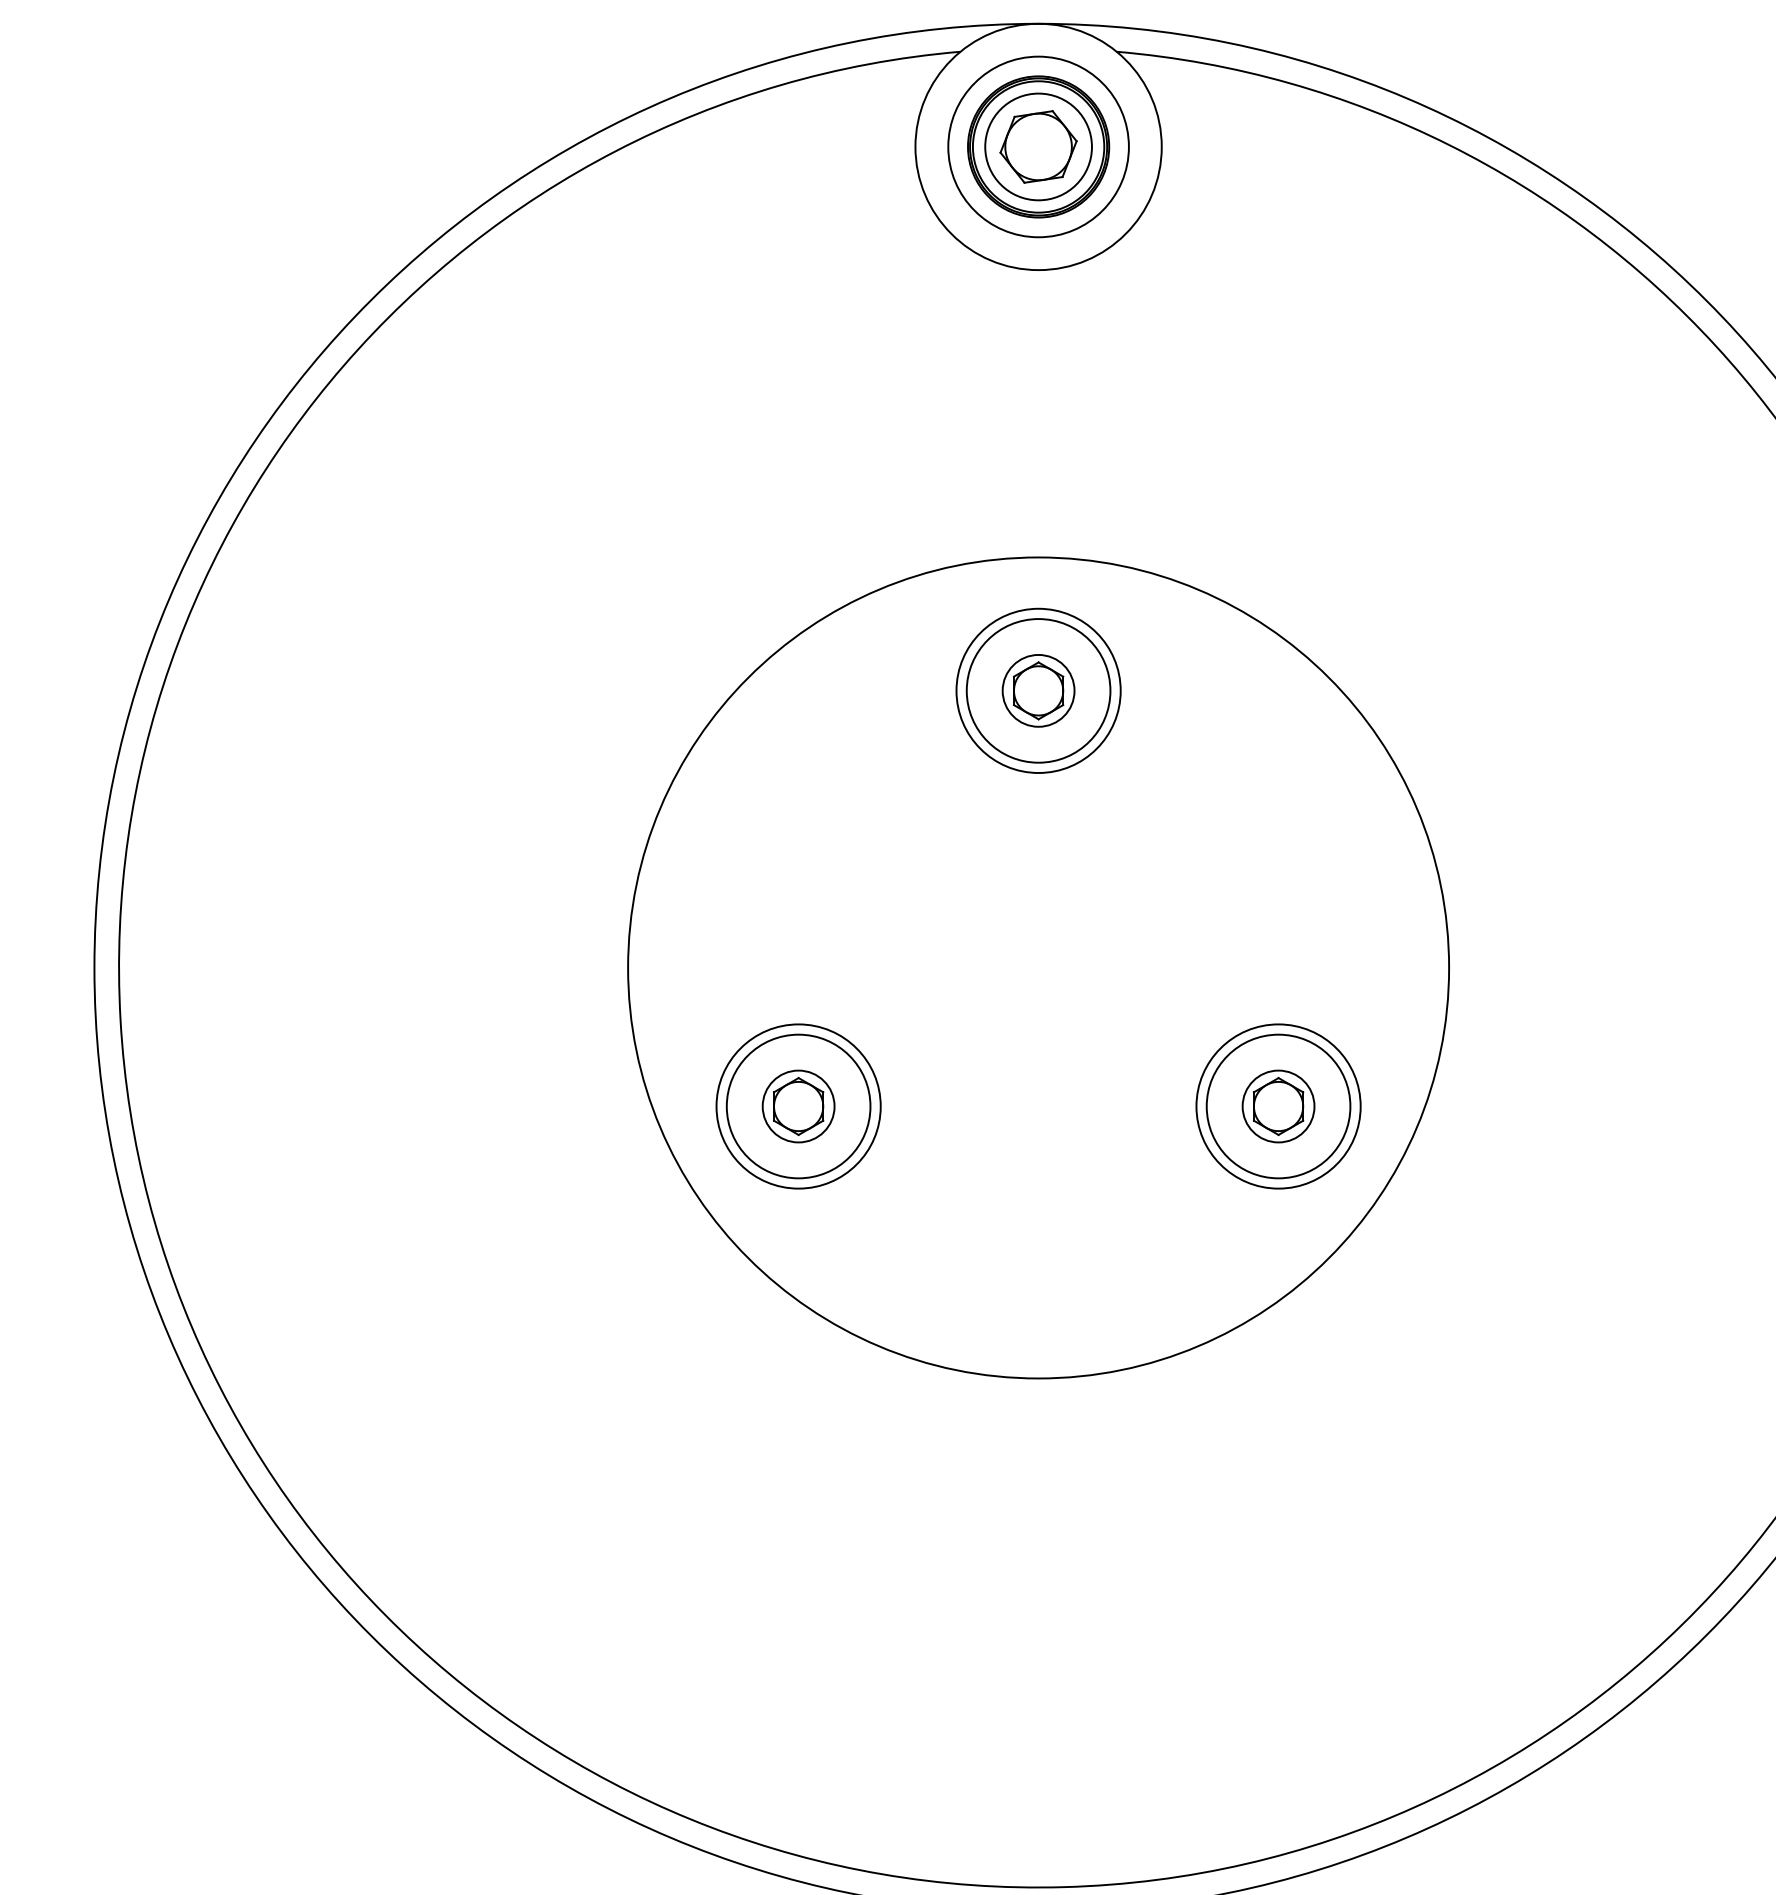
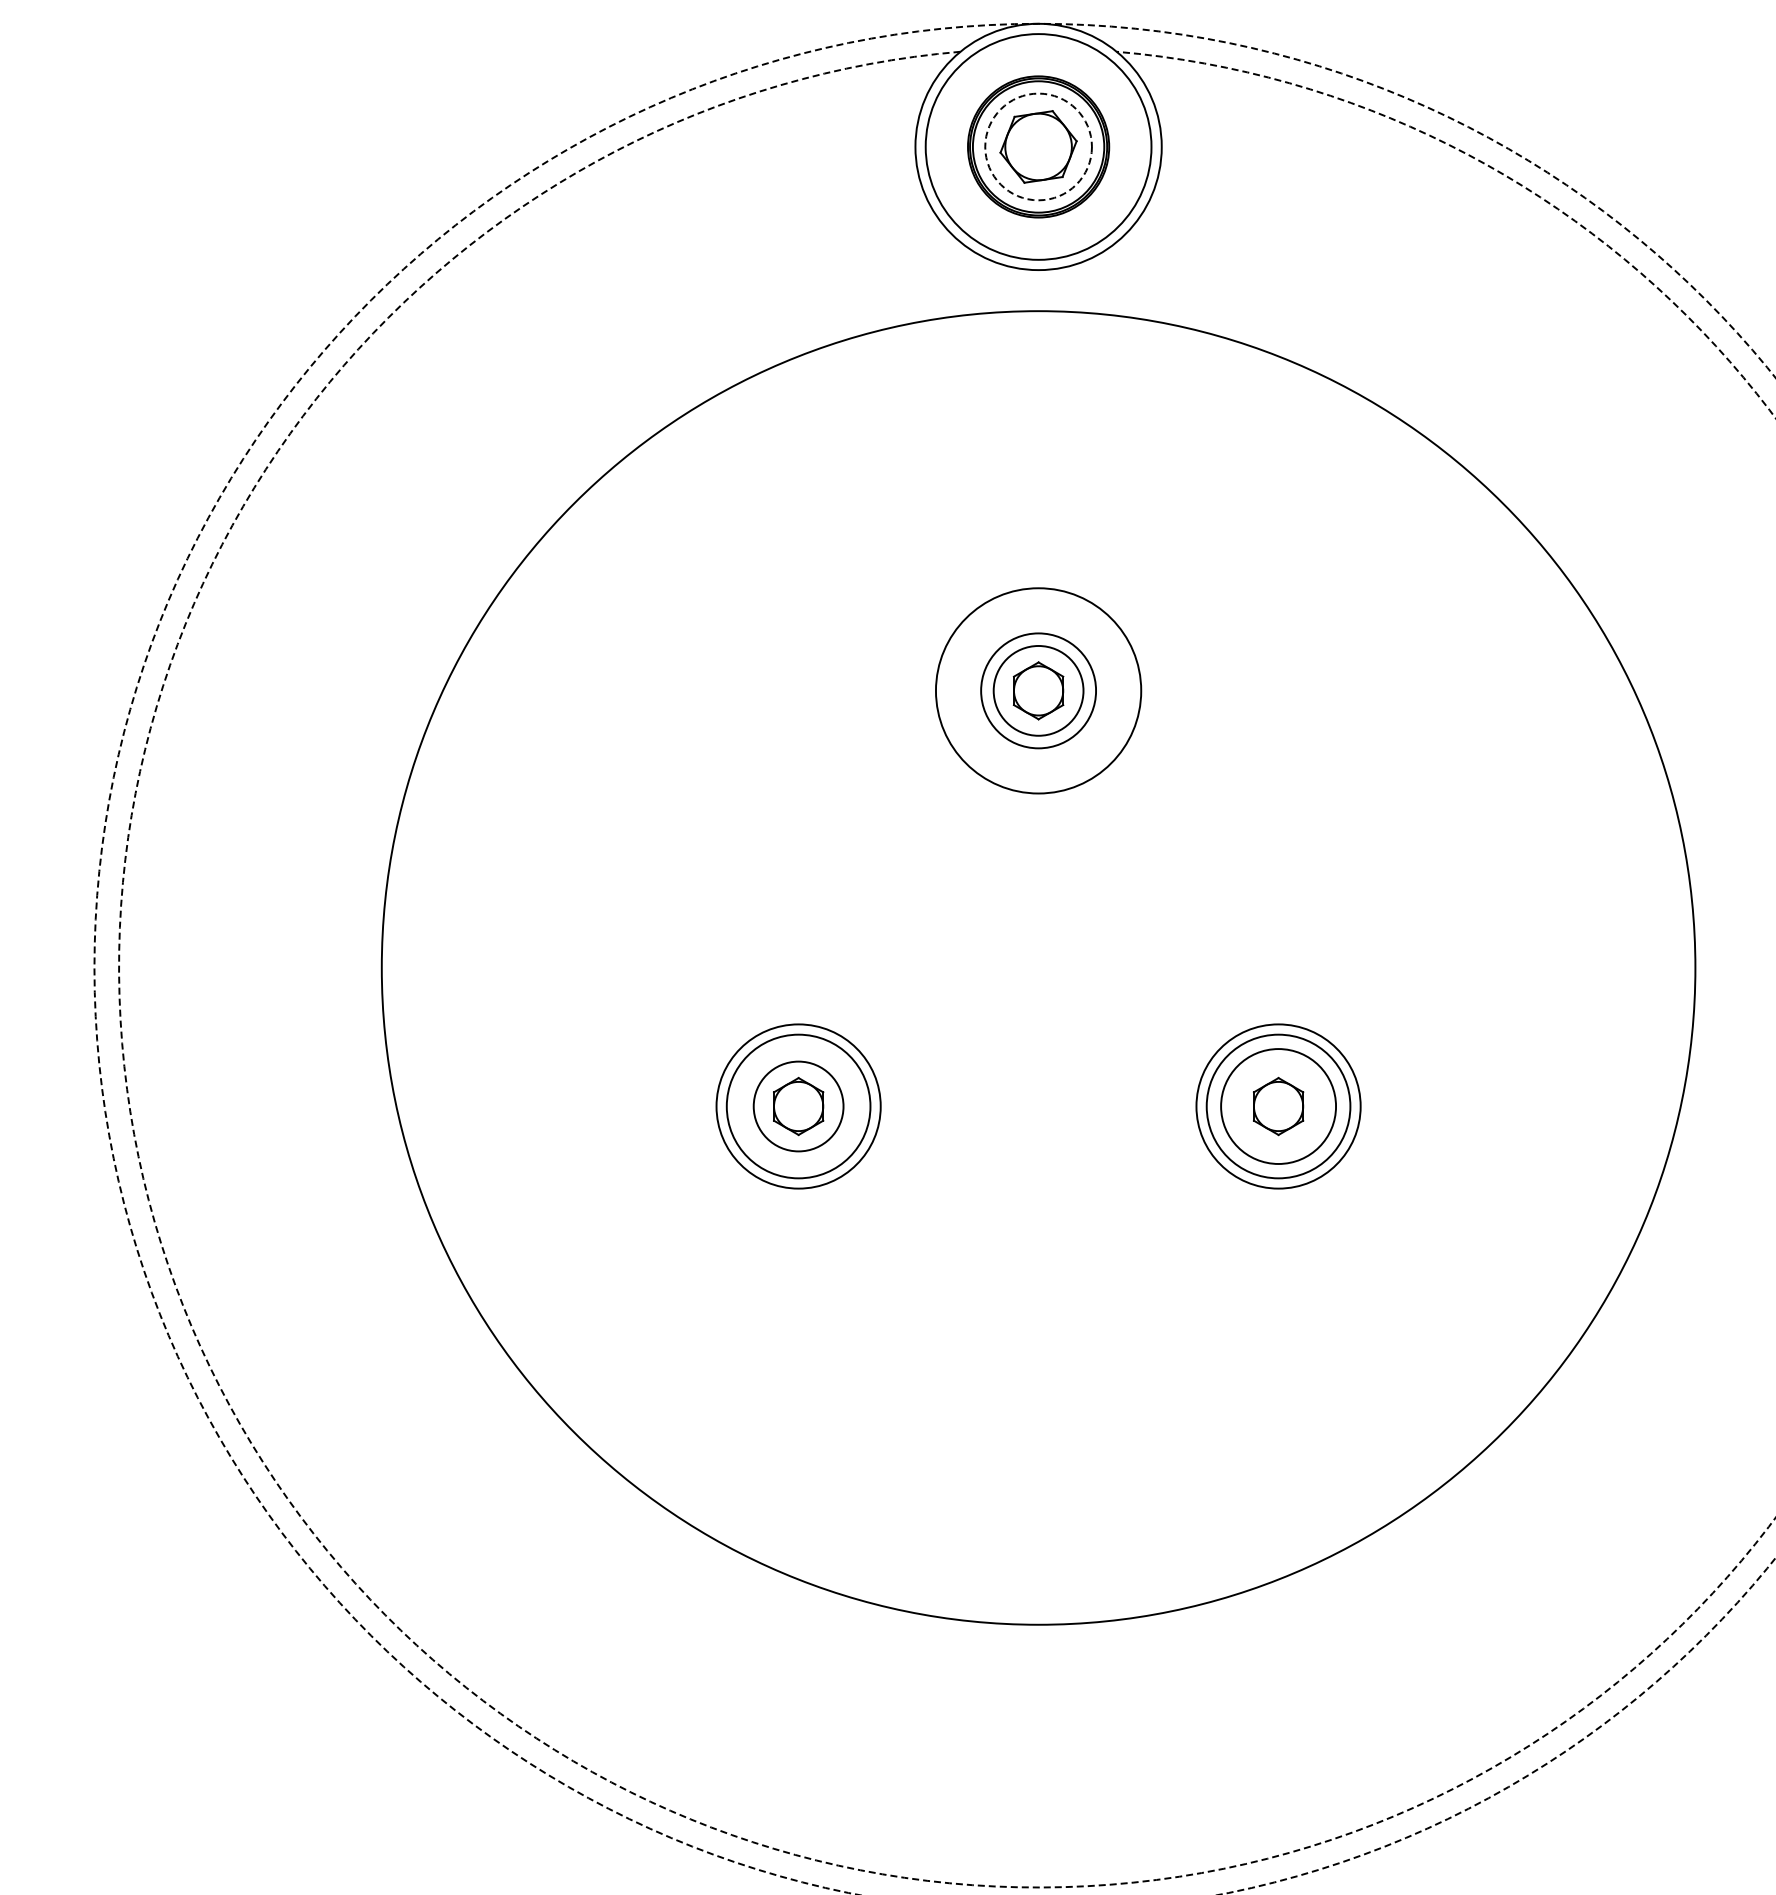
circle at (1038, 146) diameter: 181 px -> 226 px
circle at (1038, 146): solid -> dashed
arc at (1481, 161): solid -> dashed
circle at (1038, 690) diameter: 144 px -> 115 px
circle at (1038, 690) diameter: 164 px -> 205 px
circle at (1038, 690) diameter: 72 px -> 90 px
circle at (934, 958): solid -> dashed
circle at (1038, 967) diameter: 821 px -> 1314 px
circle at (798, 1106) diameter: 72 px -> 90 px
circle at (1278, 1106) diameter: 72 px -> 115 px
arc at (233, 1413): solid -> dashed
